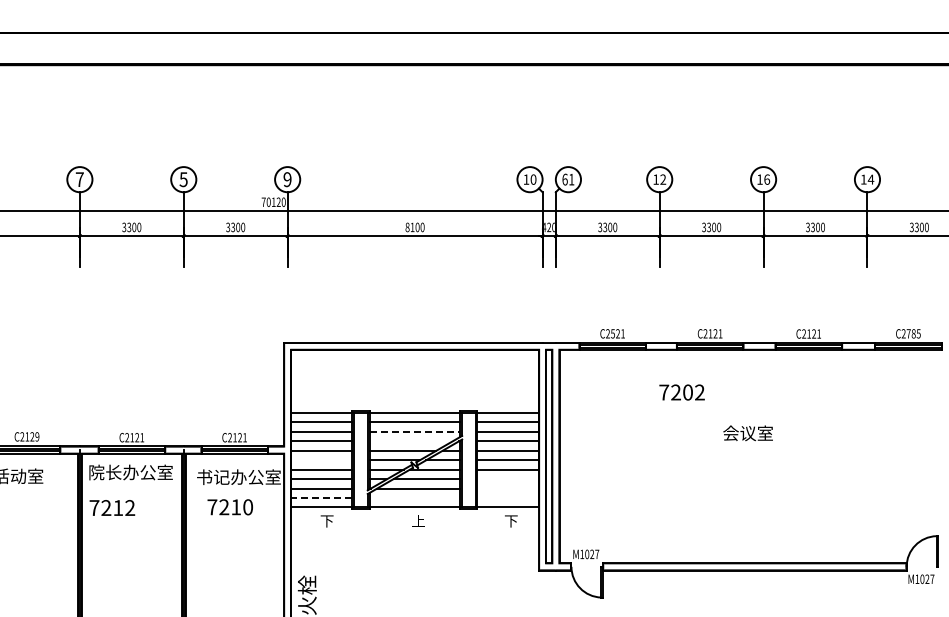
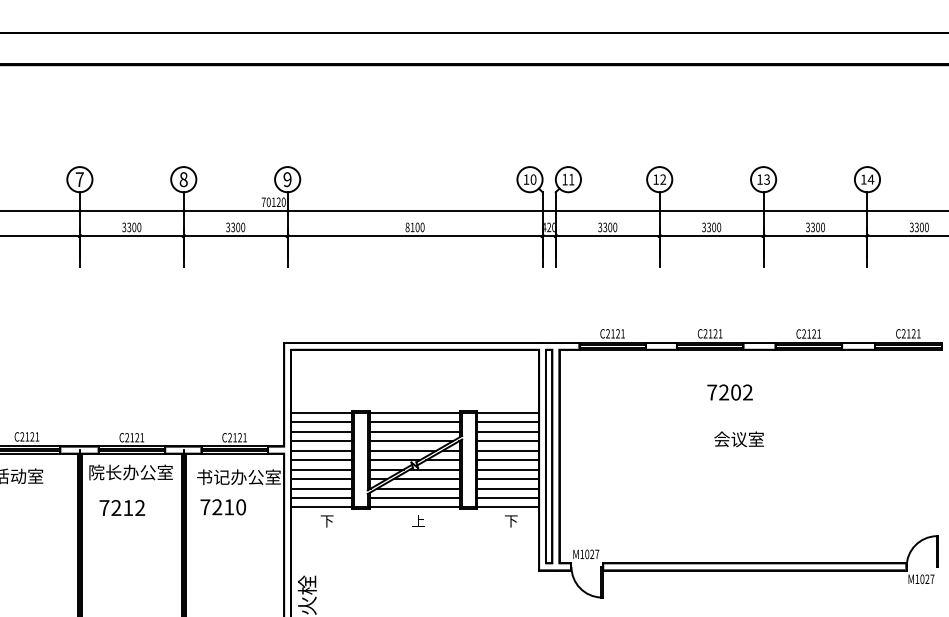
text at (183, 179): 5 -> 8
text at (564, 179): 61 -> 11
text at (767, 179): 16 -> 13
text at (612, 333): C2521 -> C2121
text at (913, 333): C2785 -> C2121
text at (681, 392) position: (681, 392) -> (729, 392)
line at (415, 431): dashed -> solid
text at (747, 433) position: (747, 433) -> (738, 439)
text at (37, 436): C2129 -> C2121
line at (410, 441): none -> present
line at (321, 460): none -> present
line at (507, 479): none -> present
line at (507, 488): none -> present
line at (321, 498): dashed -> solid
line at (414, 498): none -> present
line at (507, 498): none -> present
text at (112, 507) position: (112, 507) -> (122, 507)
text at (229, 507) position: (229, 507) -> (222, 507)
